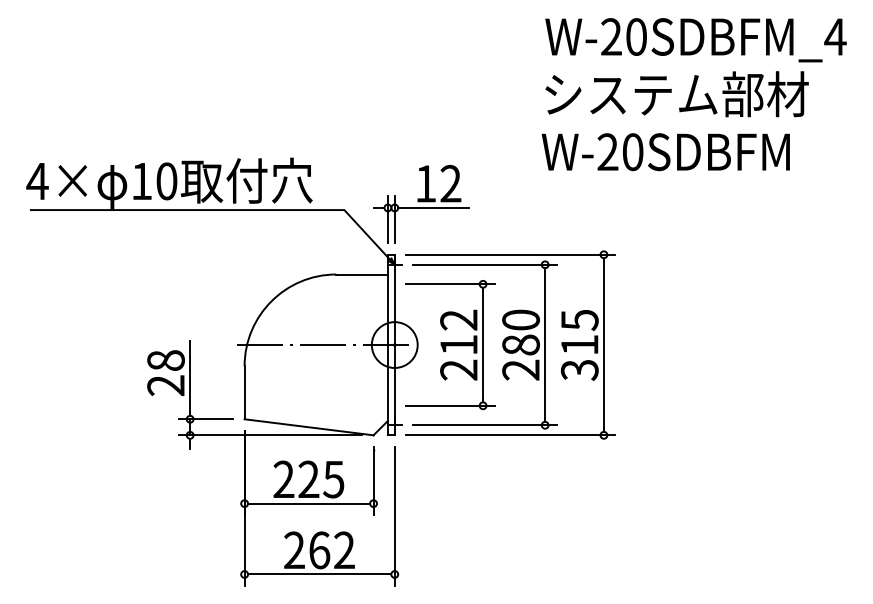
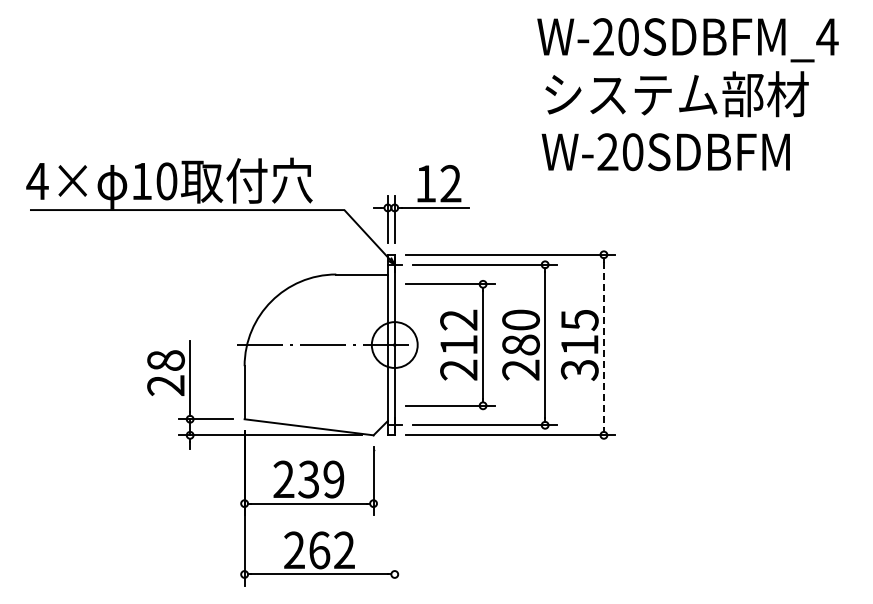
text at (695, 40) position: (695, 40) -> (687, 40)
line at (603, 345): solid -> dashed
text at (321, 479): 225 -> 239
line at (394, 515): present -> none
